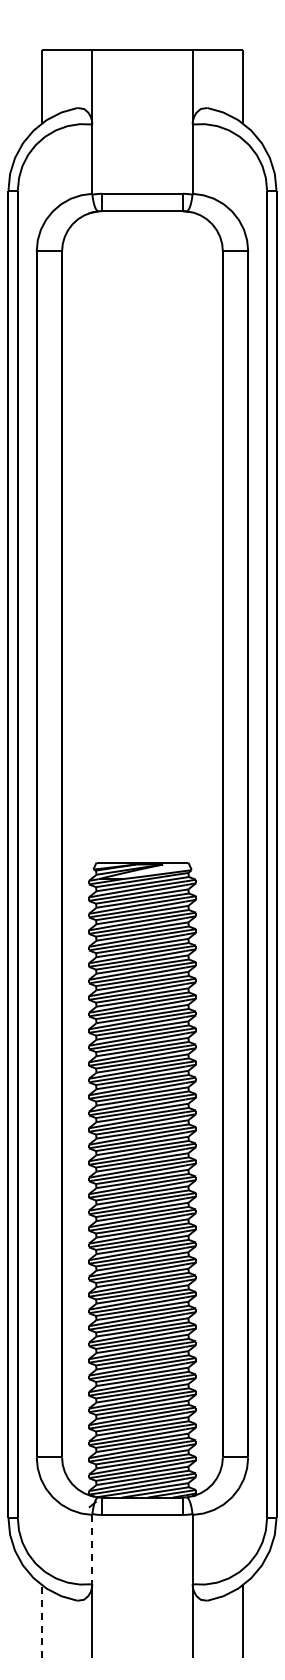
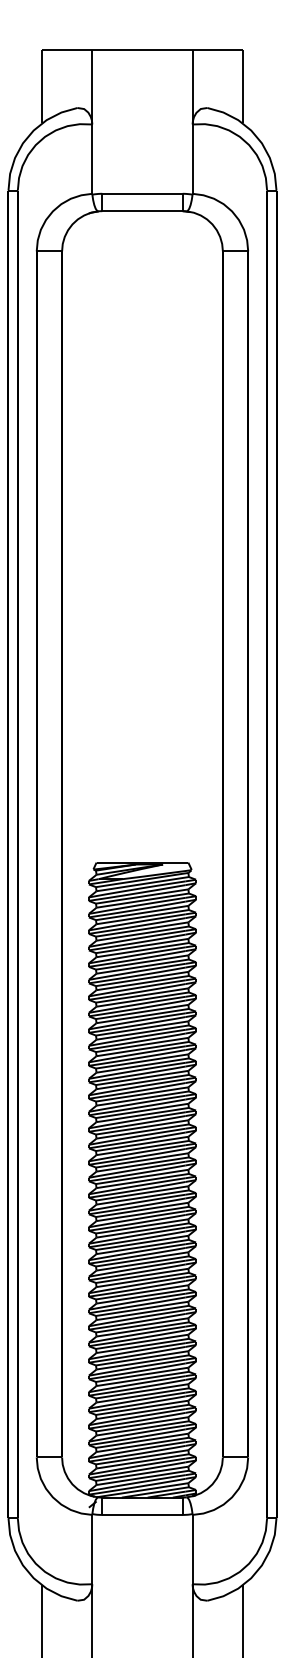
line at (92, 1549): dashed -> solid
line at (42, 1621): dashed -> solid
